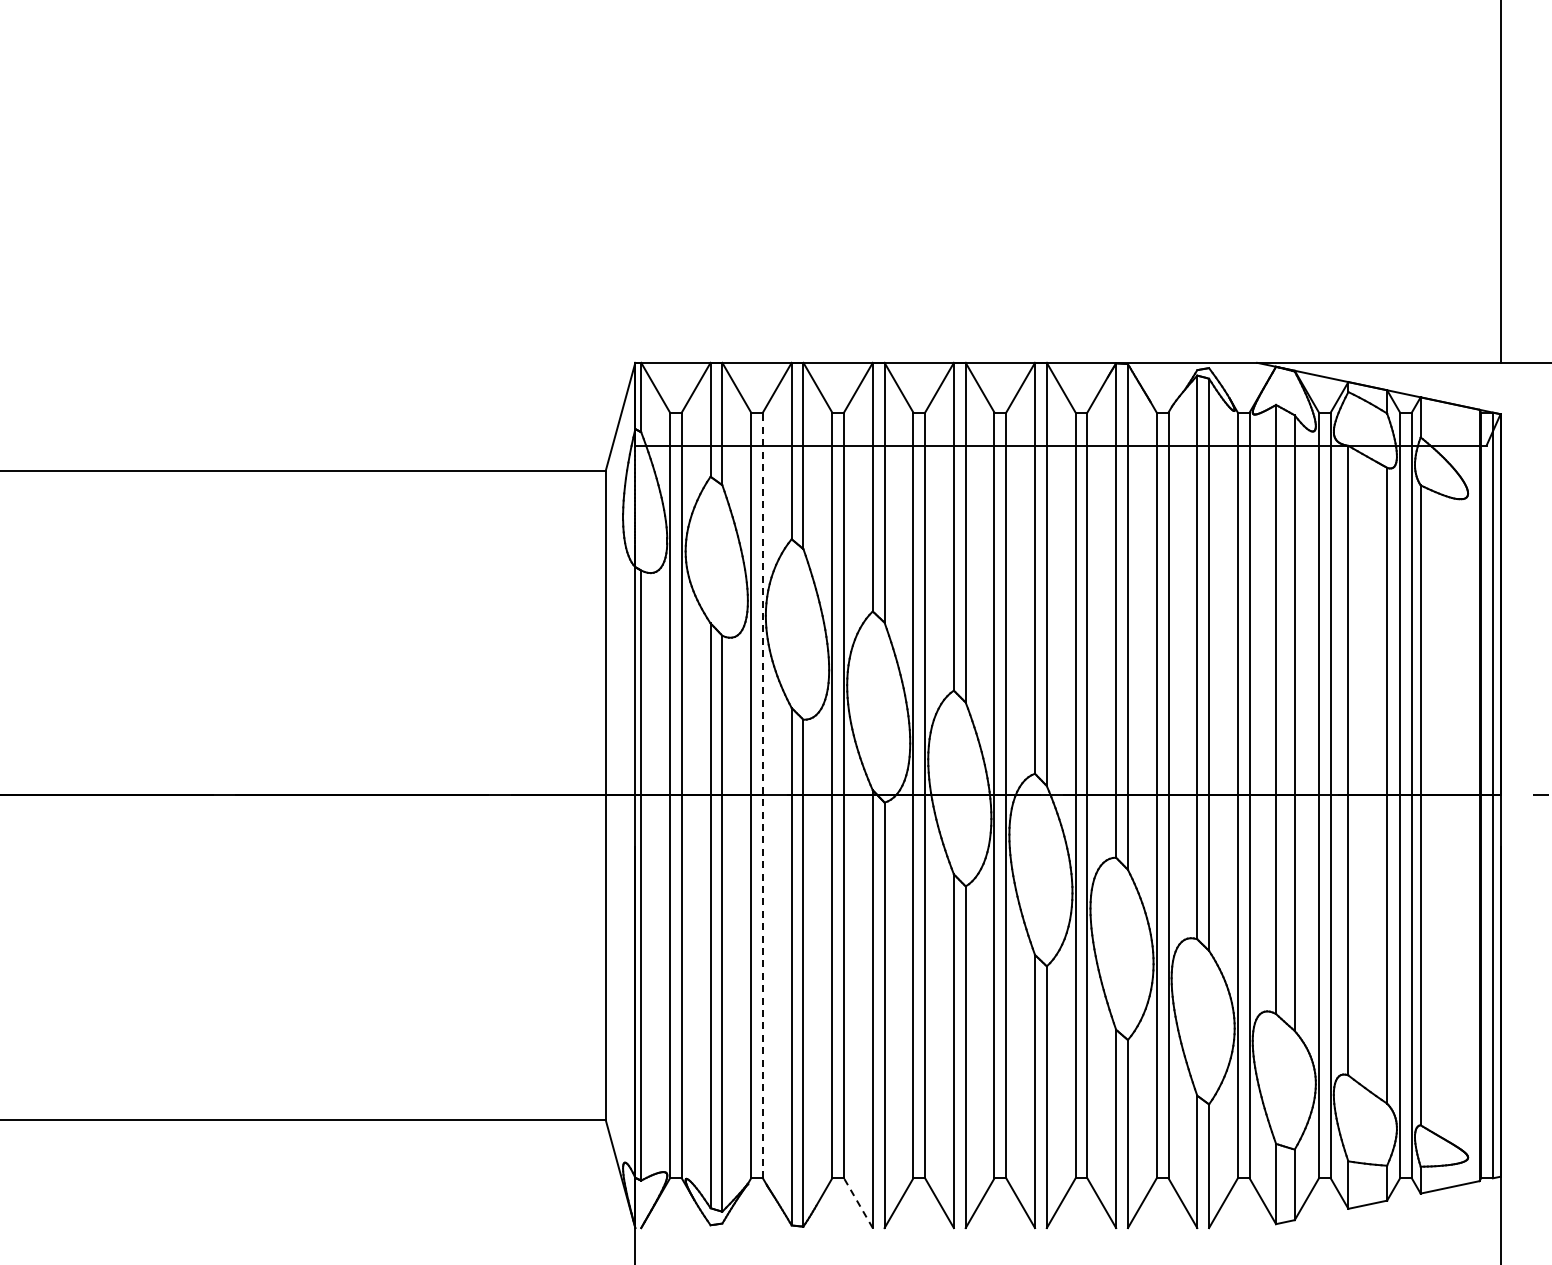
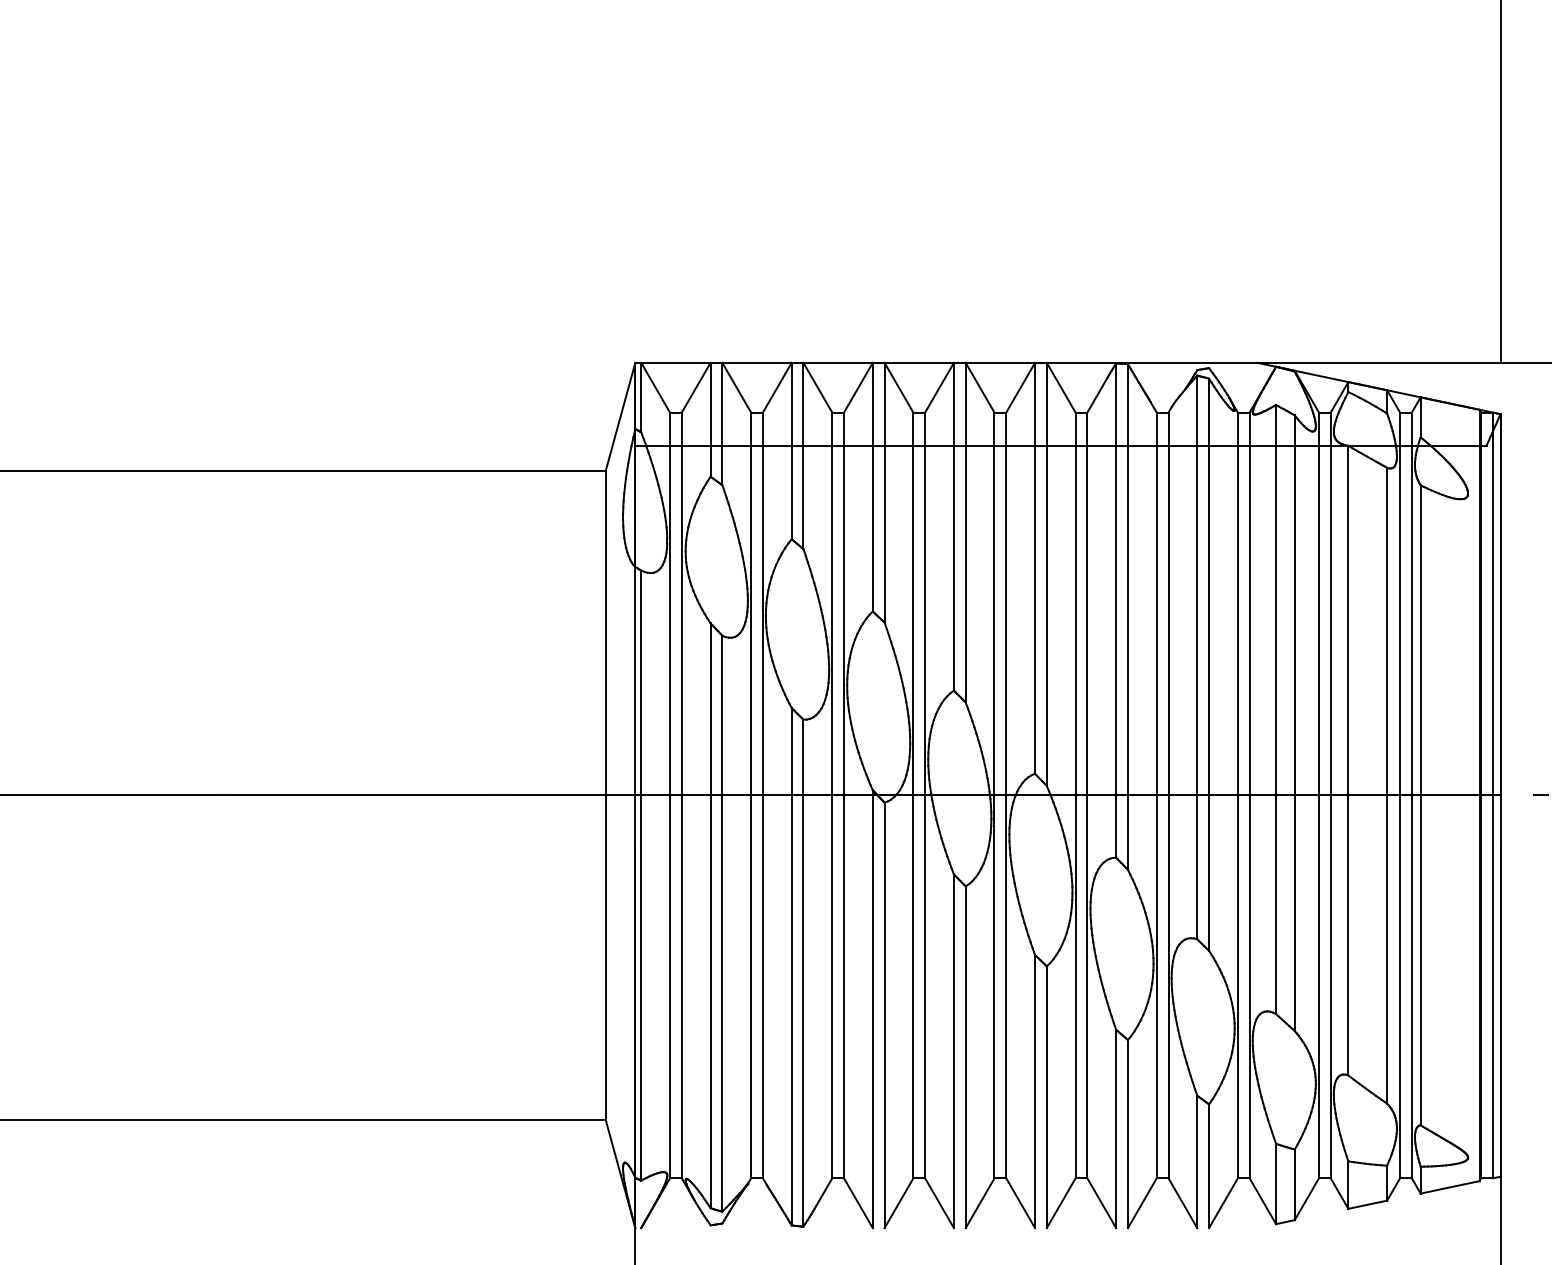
line at (762, 795): dashed -> solid
line at (858, 1203): dashed -> solid
